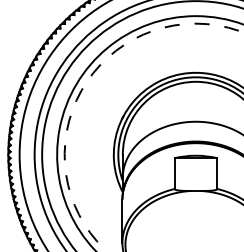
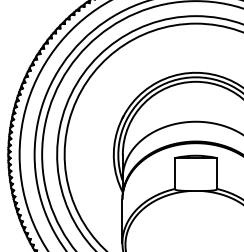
arc at (84, 85): dashed -> solid
